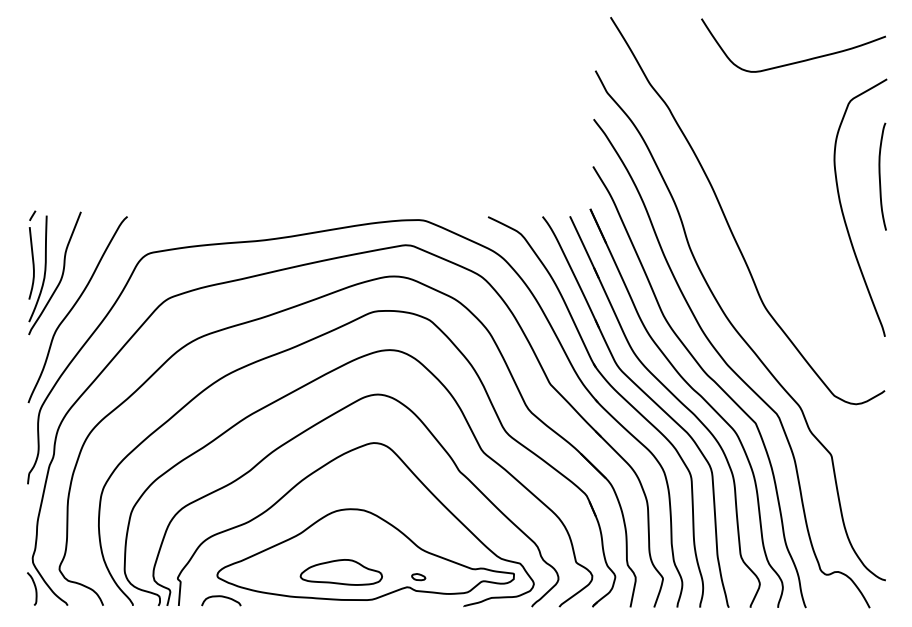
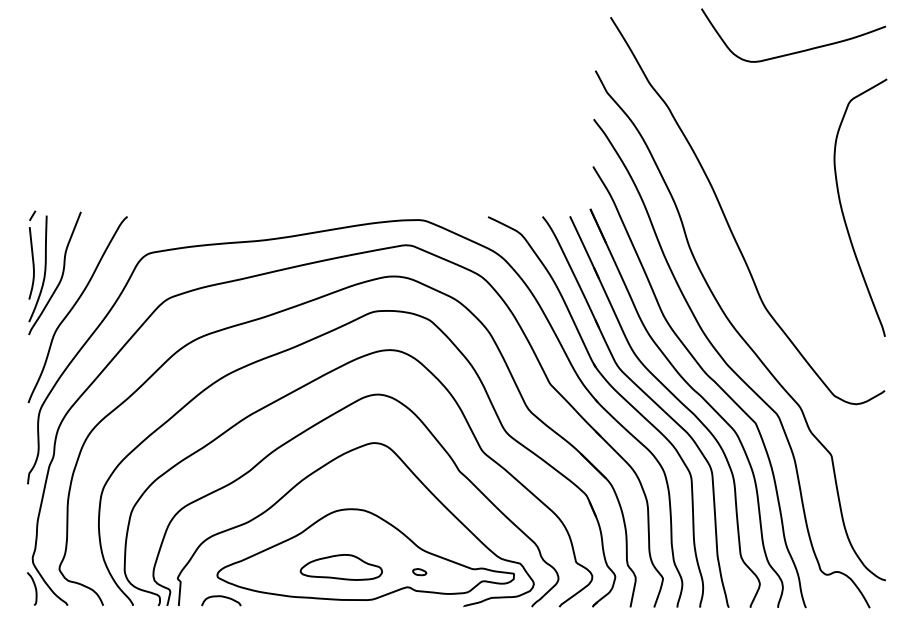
curve at (796, 61) position: (796, 61) -> (796, 51)
curve at (880, 176): present -> none
part at (340, 572) position: (340, 572) -> (340, 567)
part at (418, 577) position: (418, 577) -> (419, 572)
